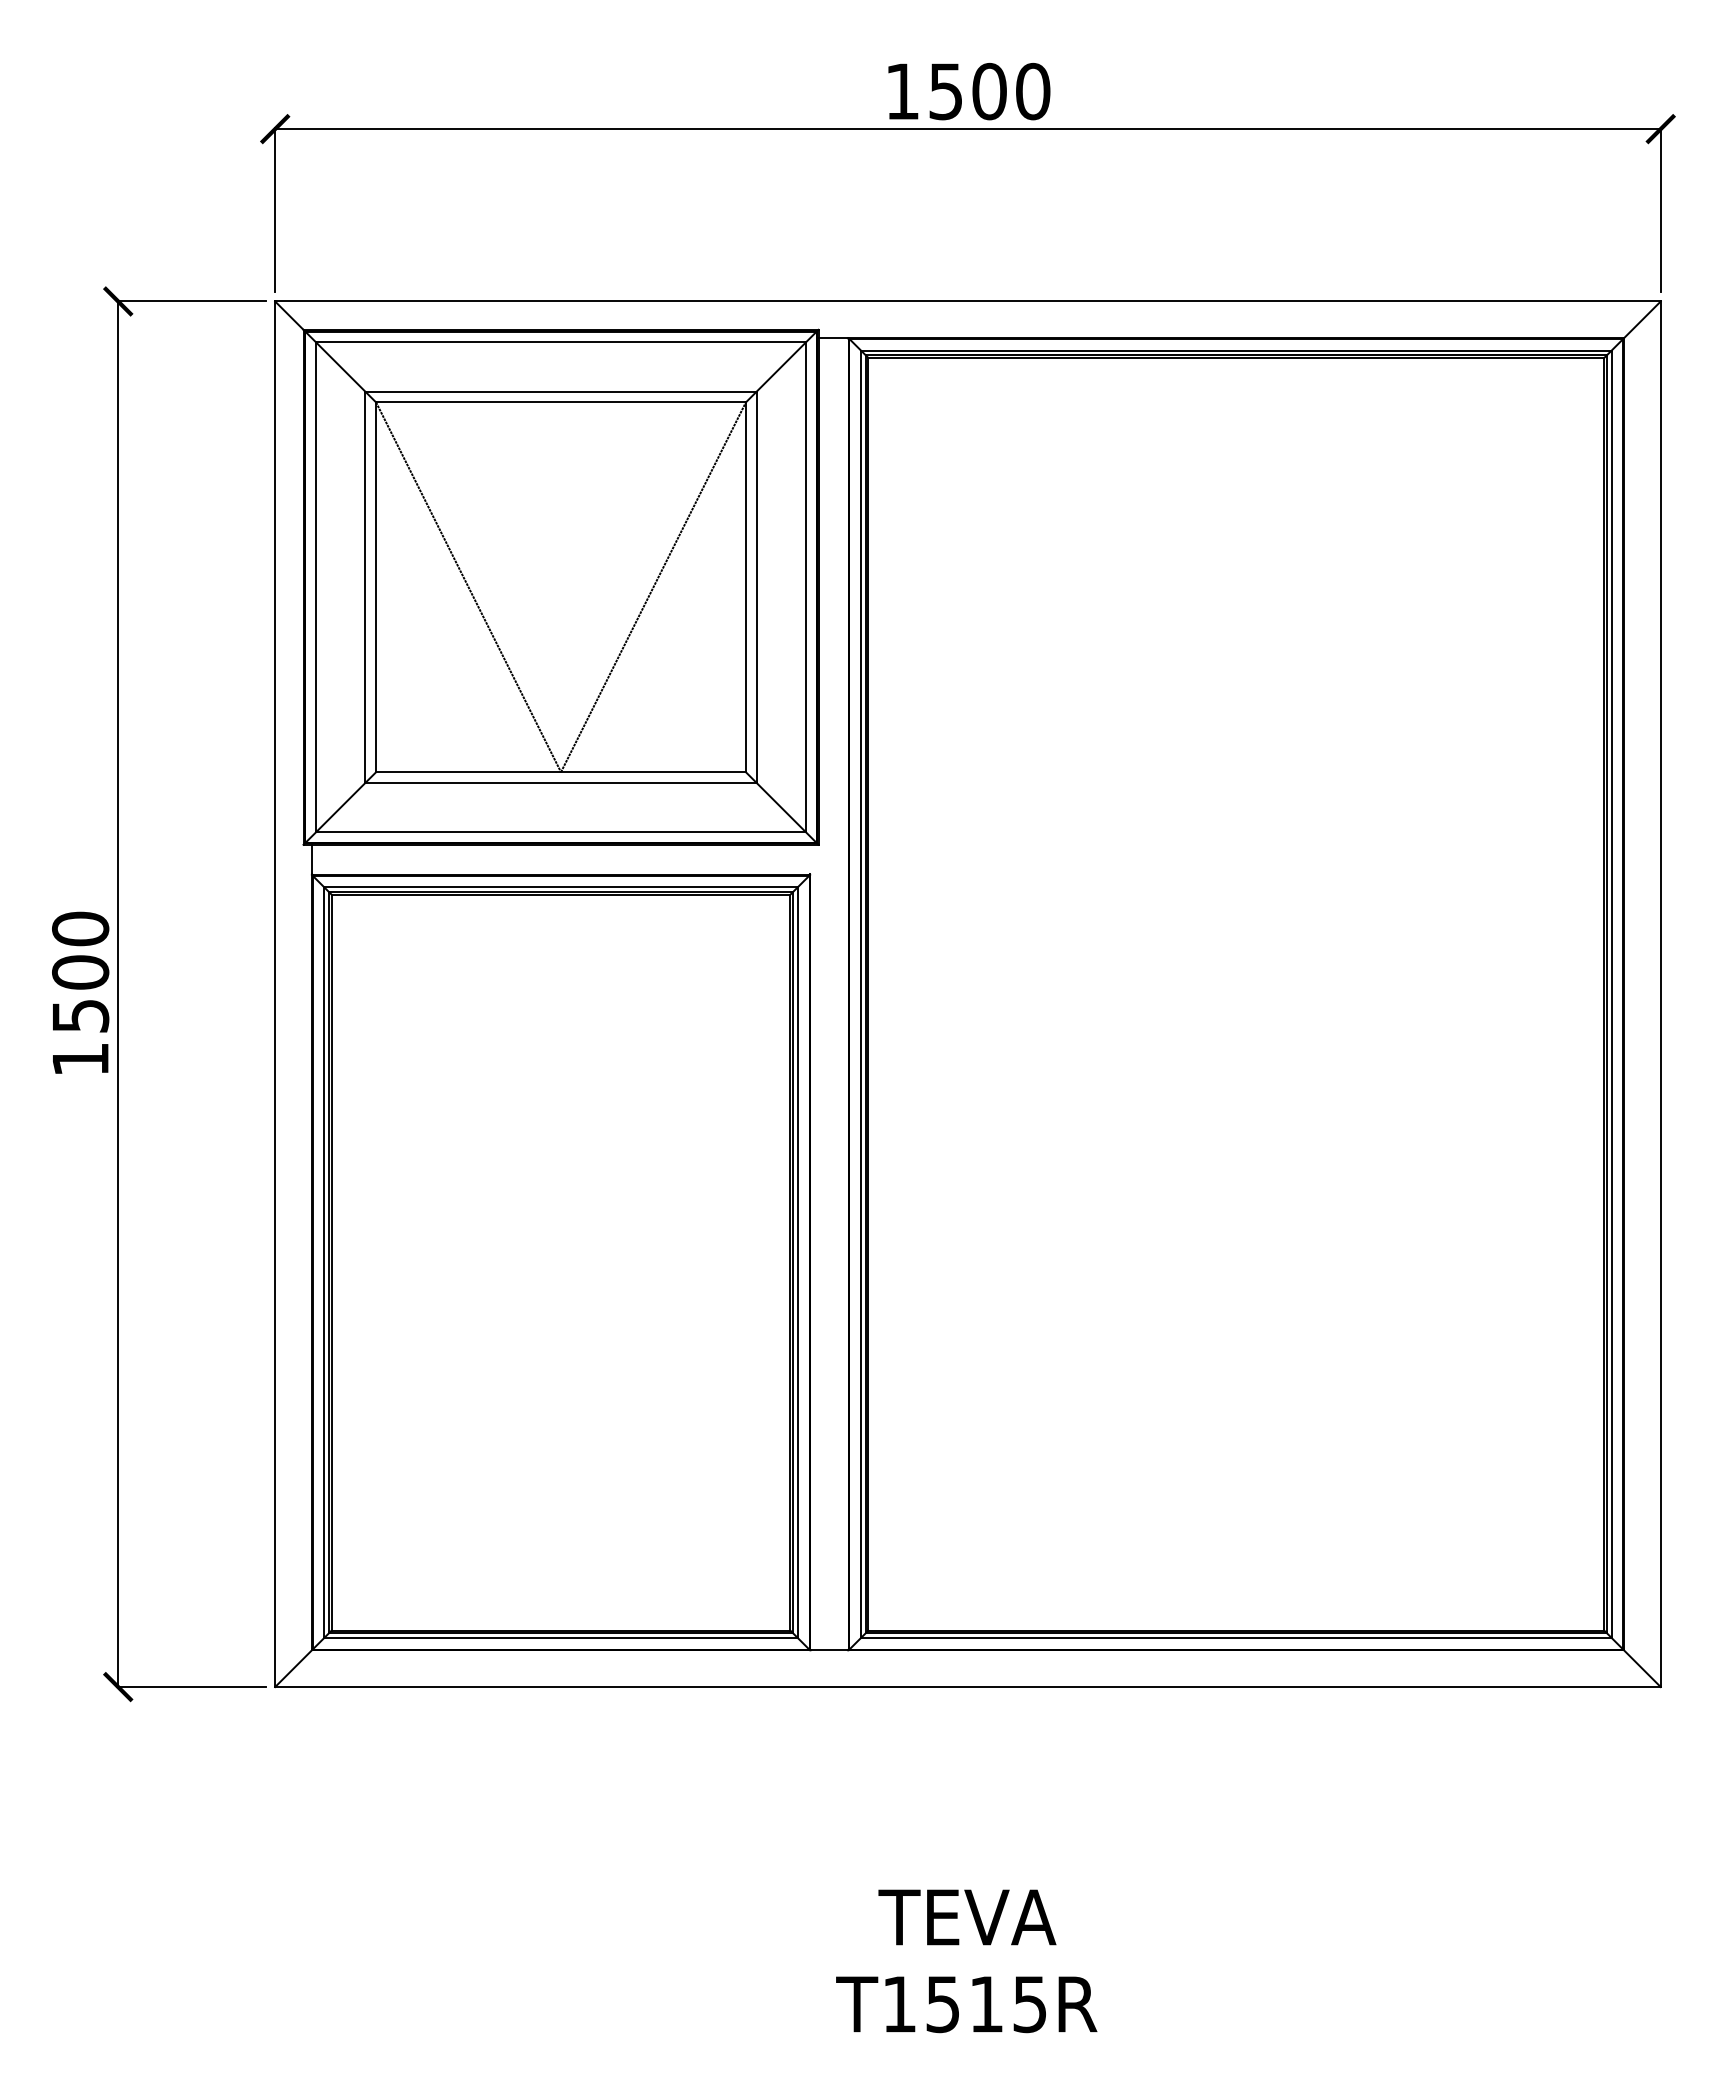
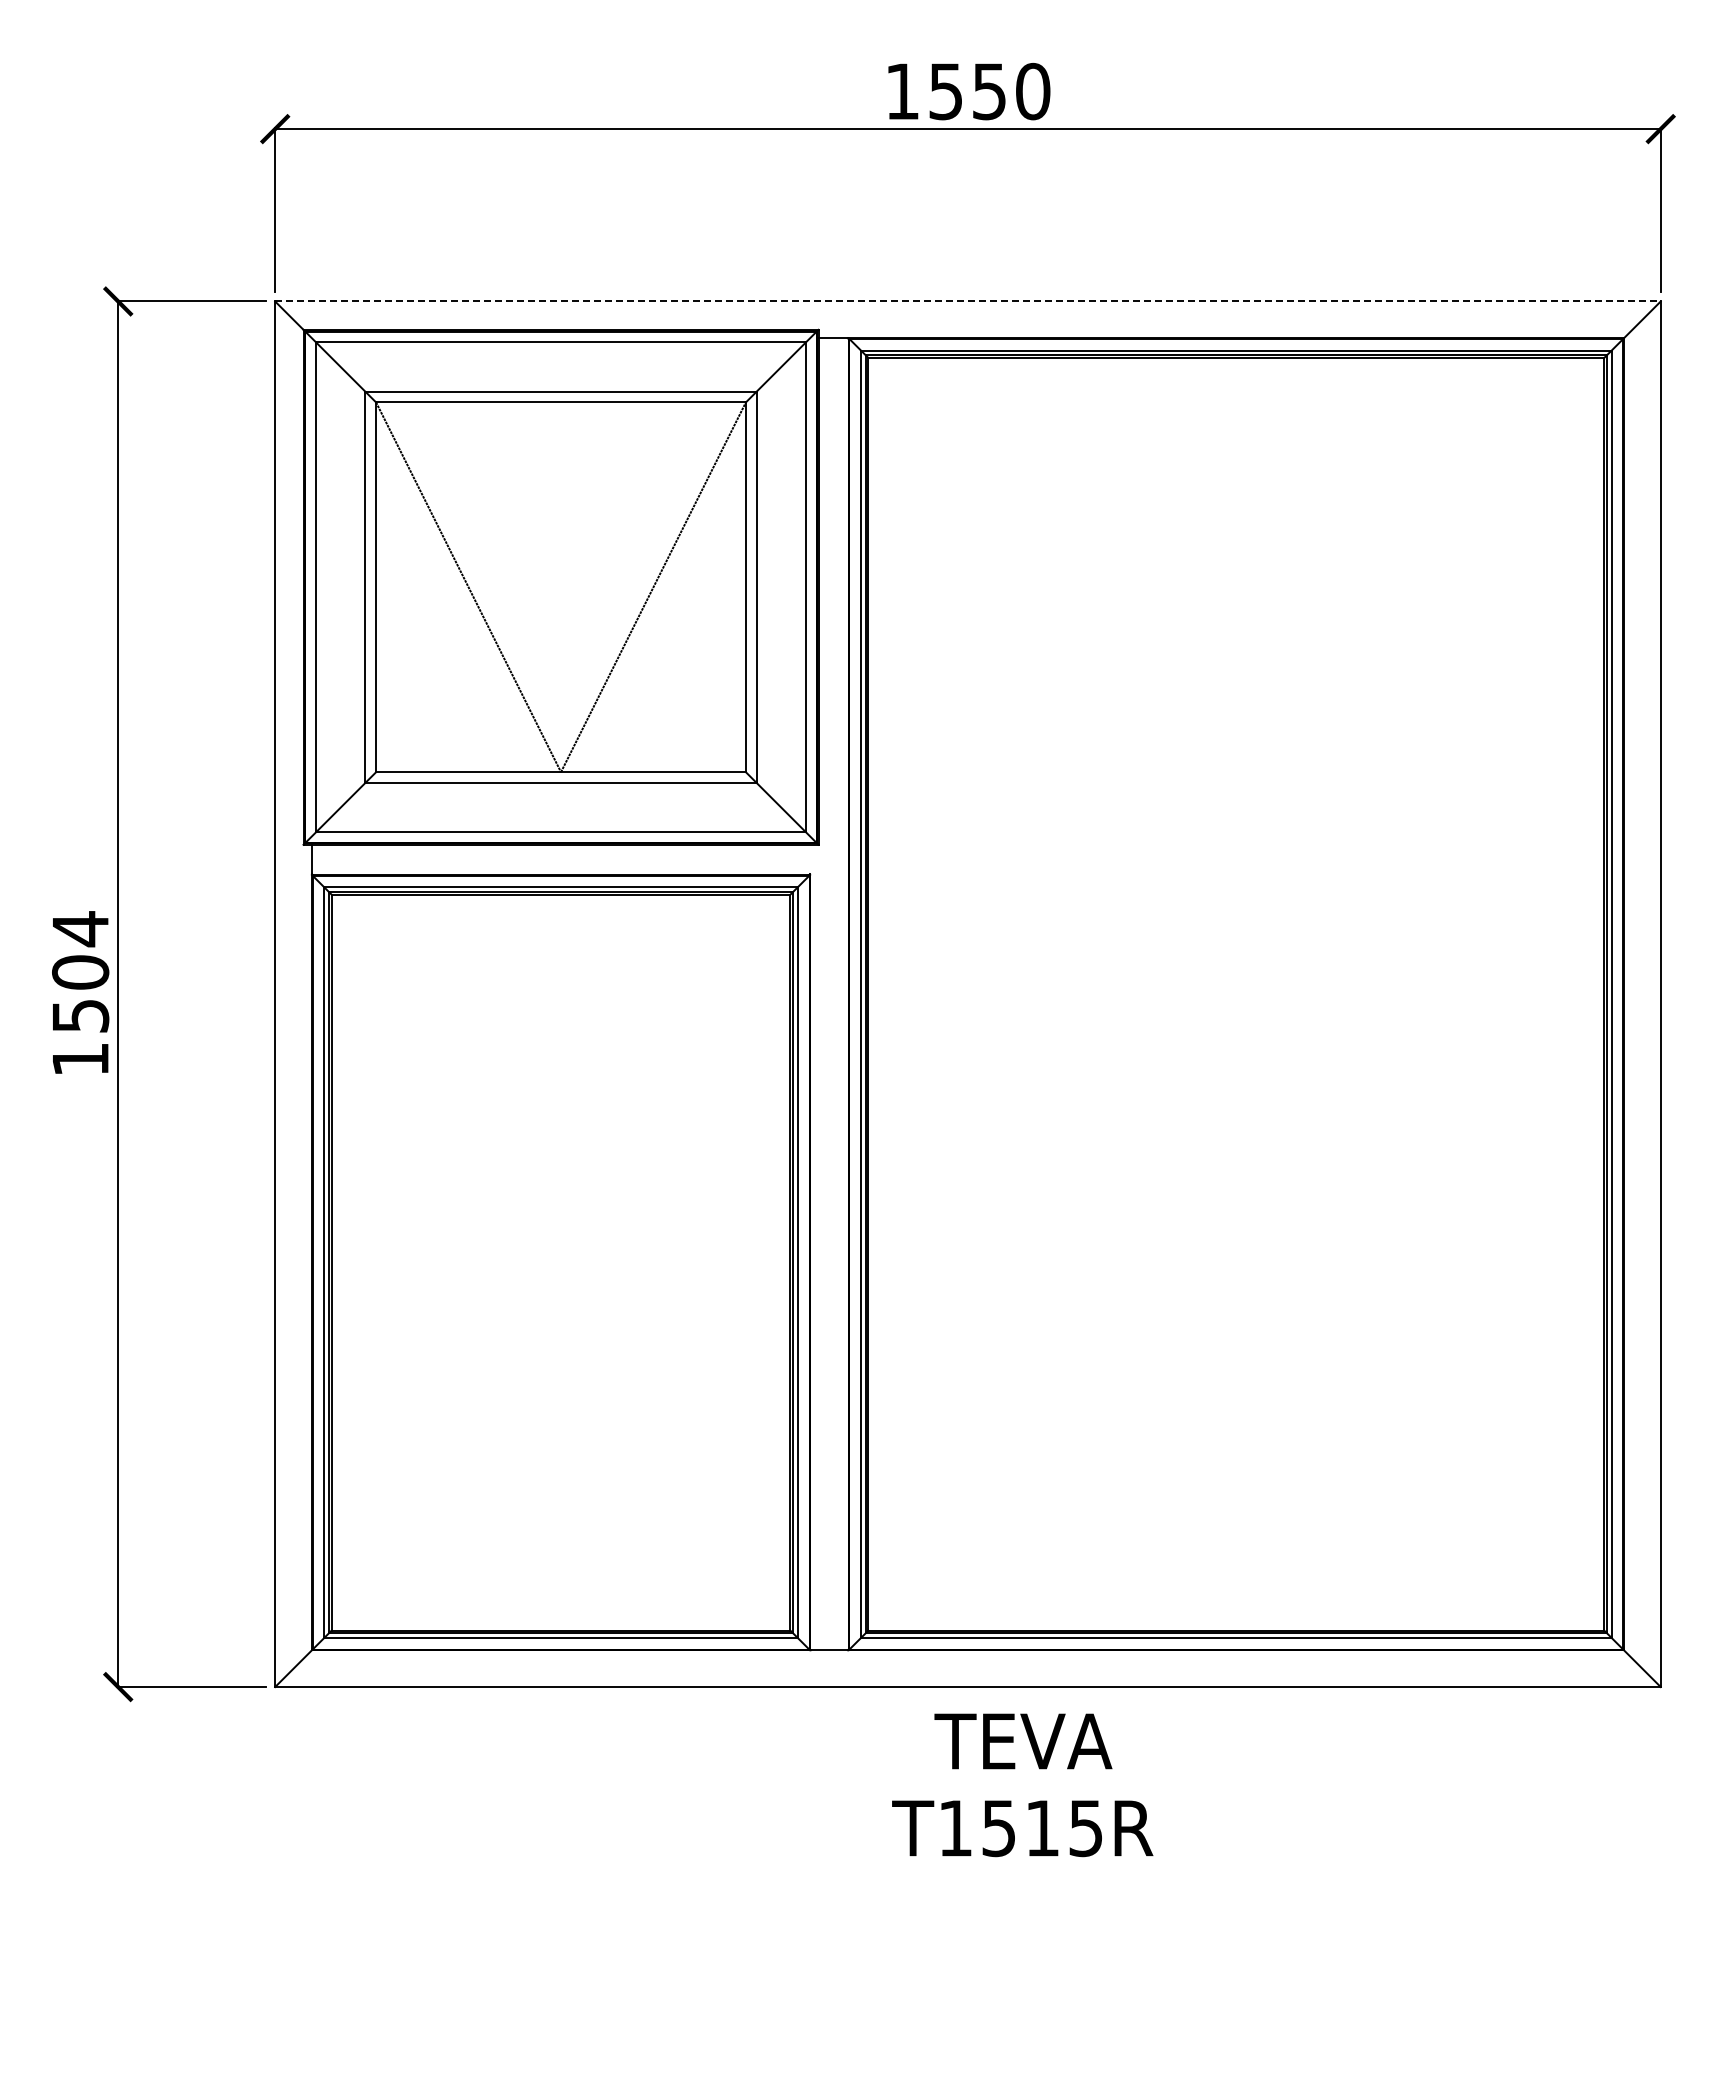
text at (989, 91): 1500 -> 1550
line at (967, 301): solid -> dashed
text at (80, 929): 1500 -> 1504
text at (966, 1961) position: (966, 1961) -> (1022, 1785)
